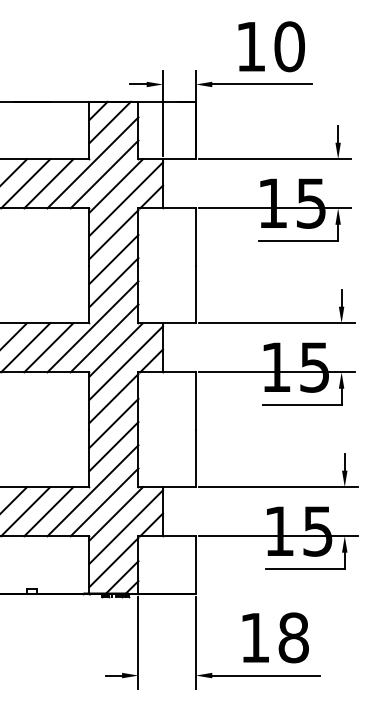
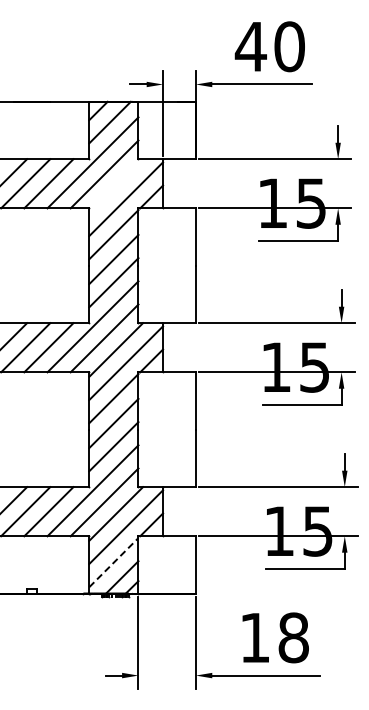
text at (250, 46): 10 -> 40
line at (116, 185): present -> none
line at (113, 562): solid -> dashed
